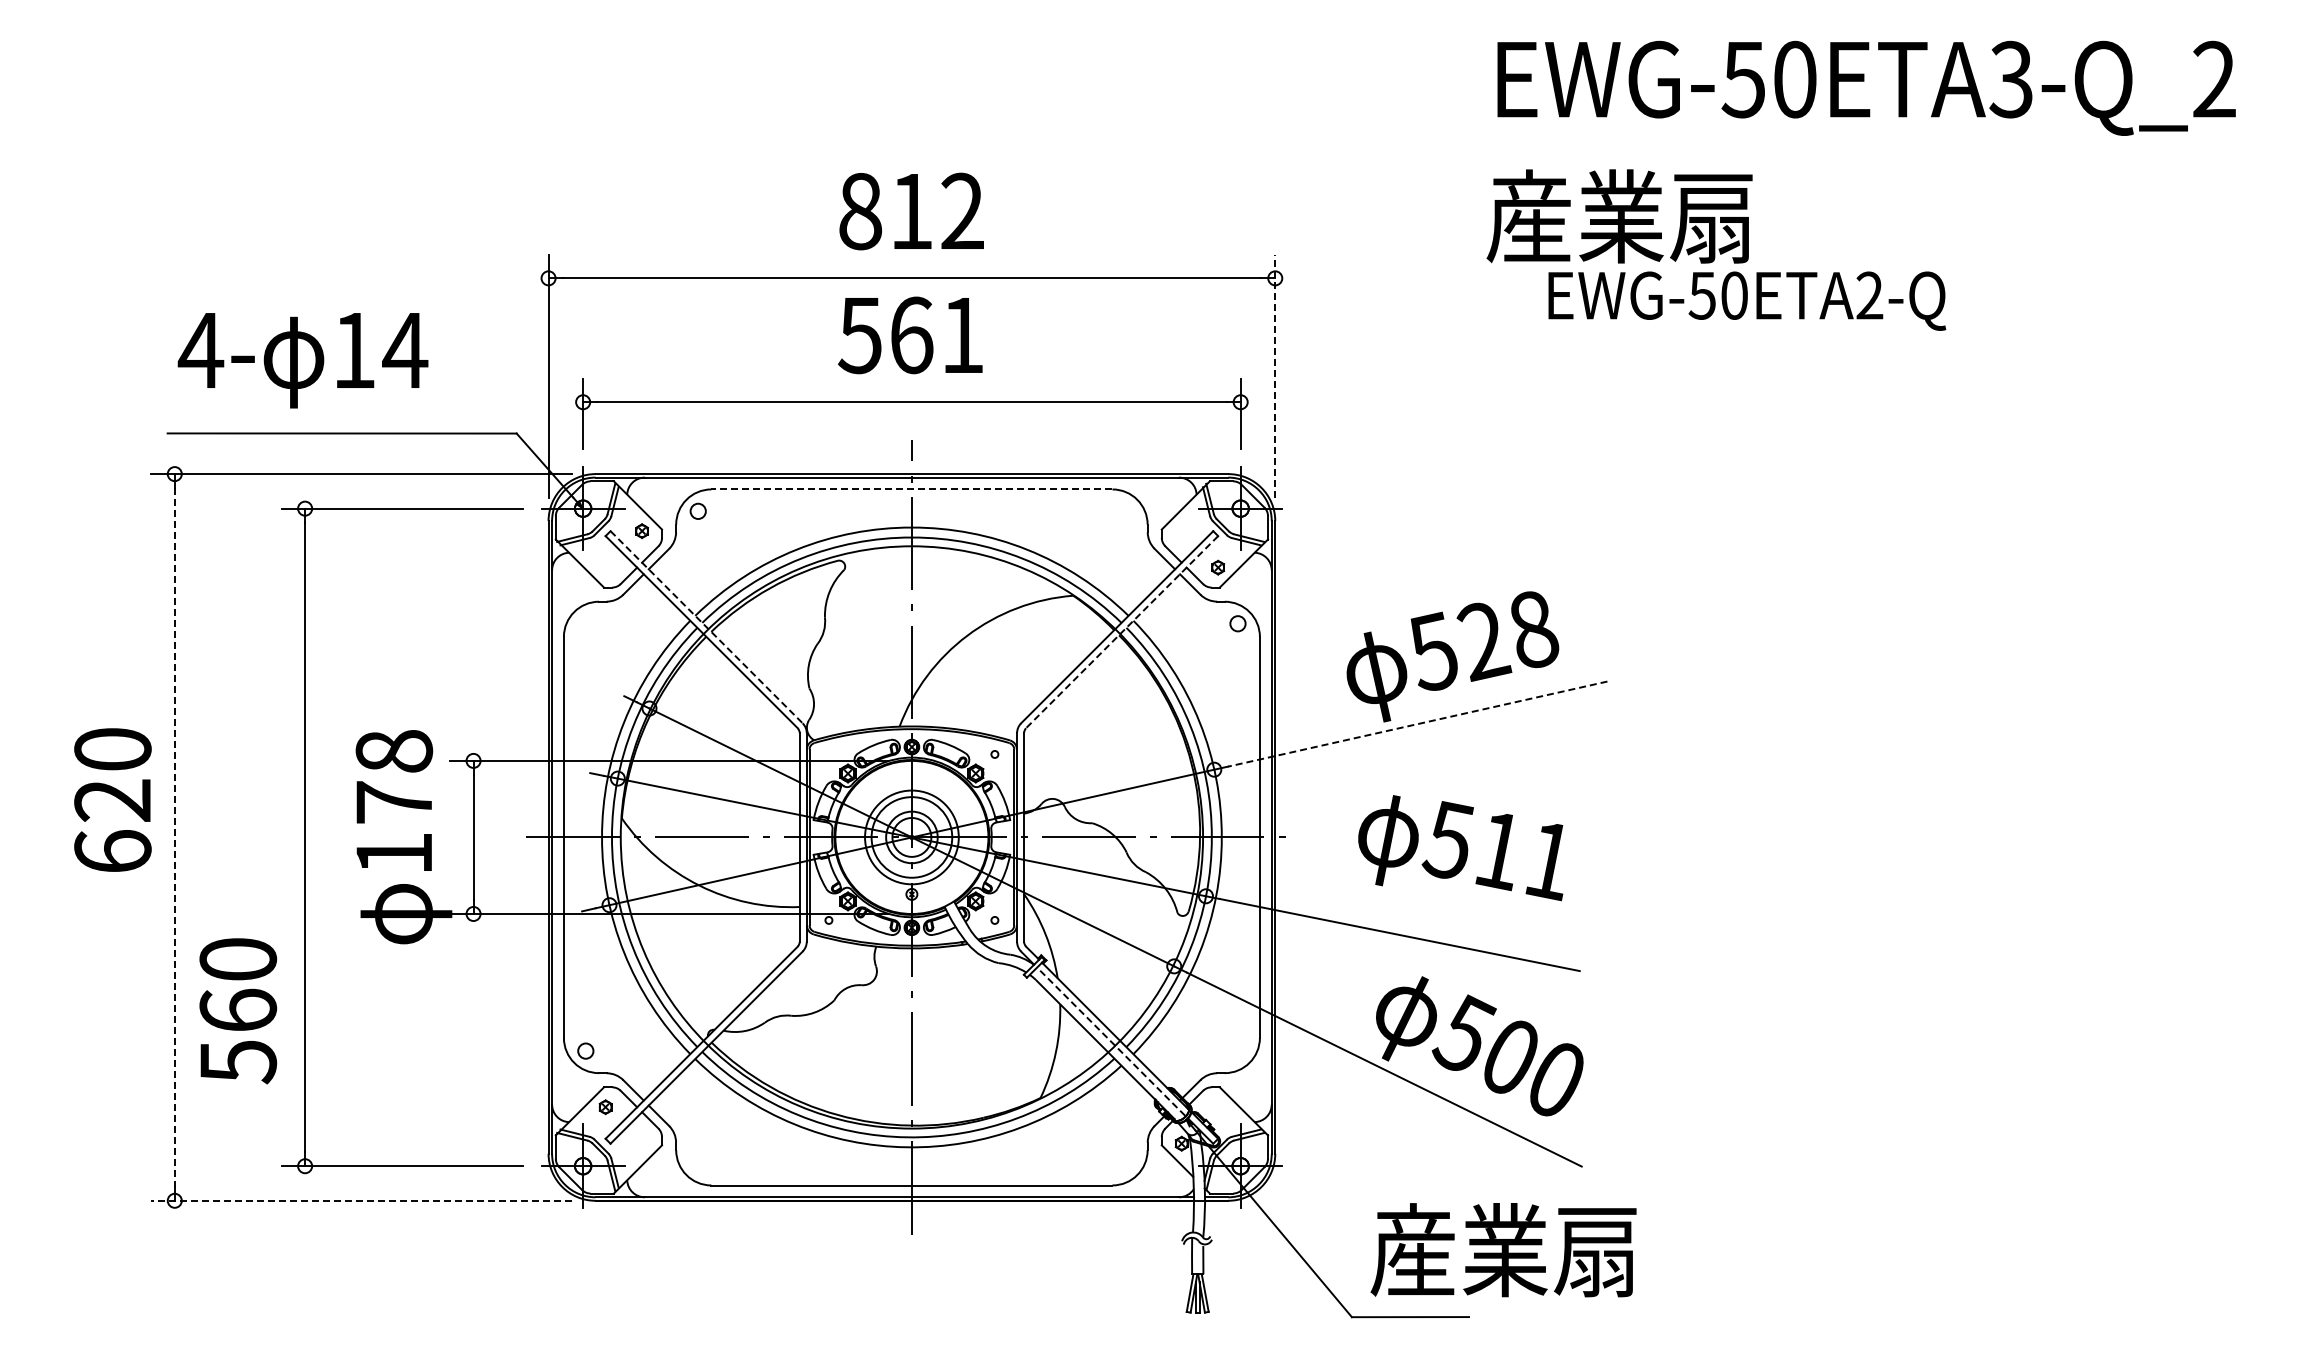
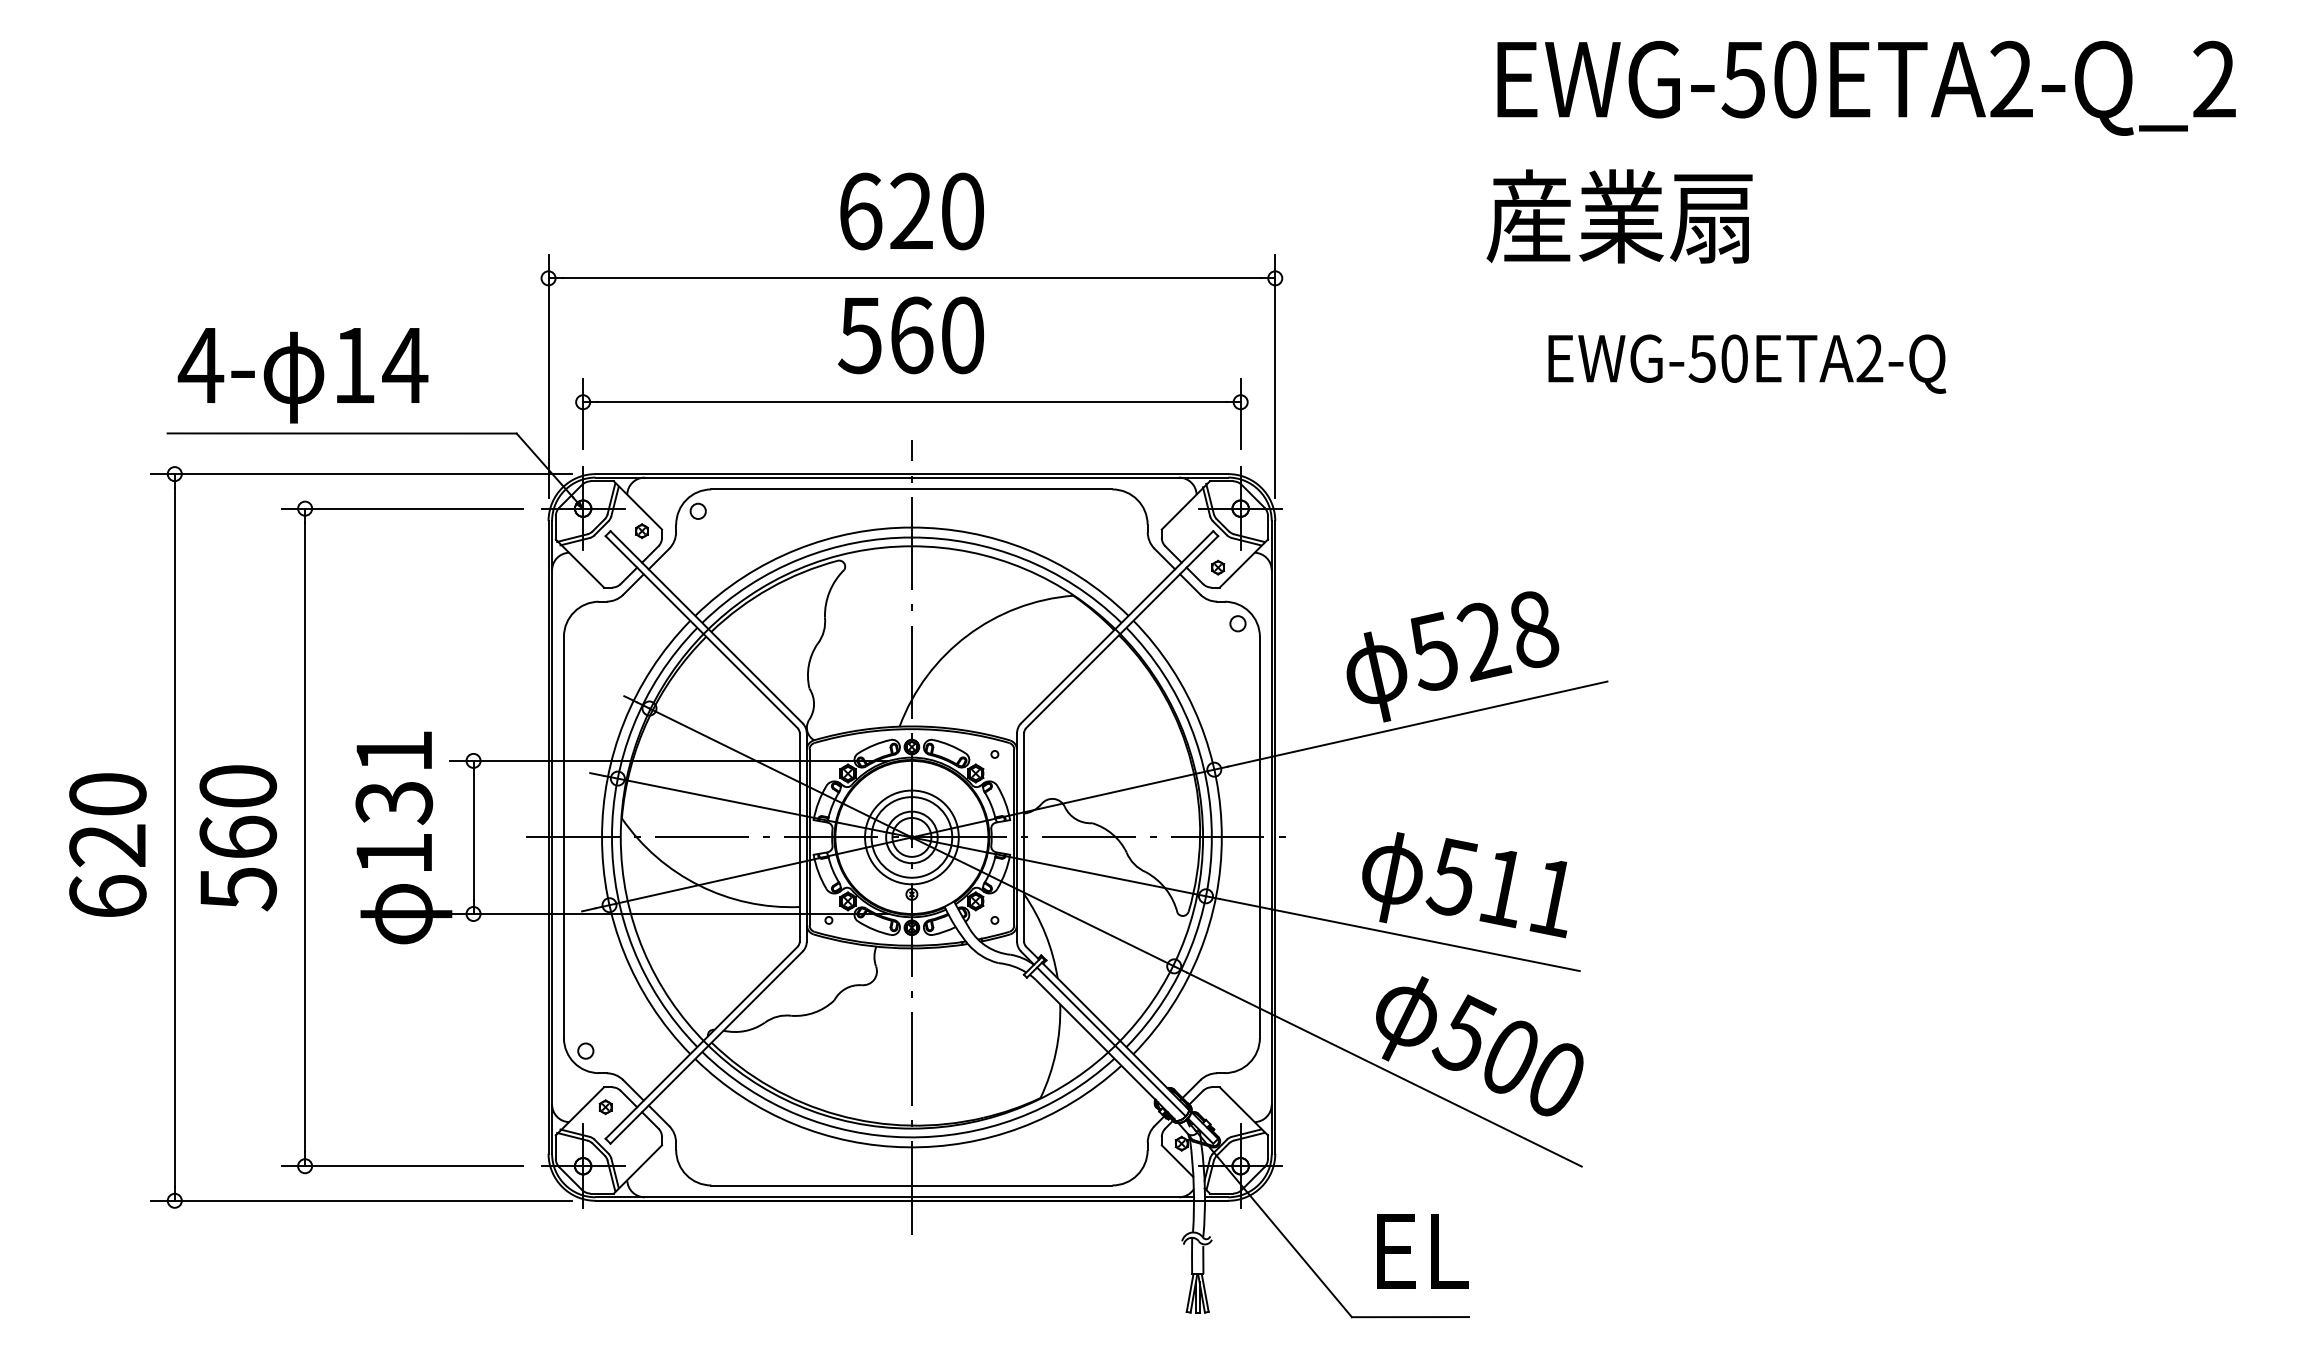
text at (2010, 79): EWG-50ETA3-Q_2 -> EWG-50ETA2-Q_2
text at (911, 211): 812 -> 620
text at (1747, 300) position: (1747, 300) -> (1747, 363)
text at (962, 335): 561 -> 560
text at (302, 360) position: (302, 360) -> (302, 375)
line at (1275, 375): dashed -> solid
line at (911, 489): dashed -> solid
line at (706, 627): dashed -> solid
line at (1122, 632): dashed -> solid
line at (1417, 724): dashed -> solid
text at (394, 777): 178 -> 131
text at (112, 799) position: (112, 799) -> (107, 844)
line at (174, 837): dashed -> solid
text at (1460, 848) position: (1460, 848) -> (1464, 885)
text at (238, 1011) position: (238, 1011) -> (238, 838)
line at (1111, 1041): dashed -> solid
line at (361, 1200): dashed -> solid
text at (1503, 1250): 産業扇 -> EL
